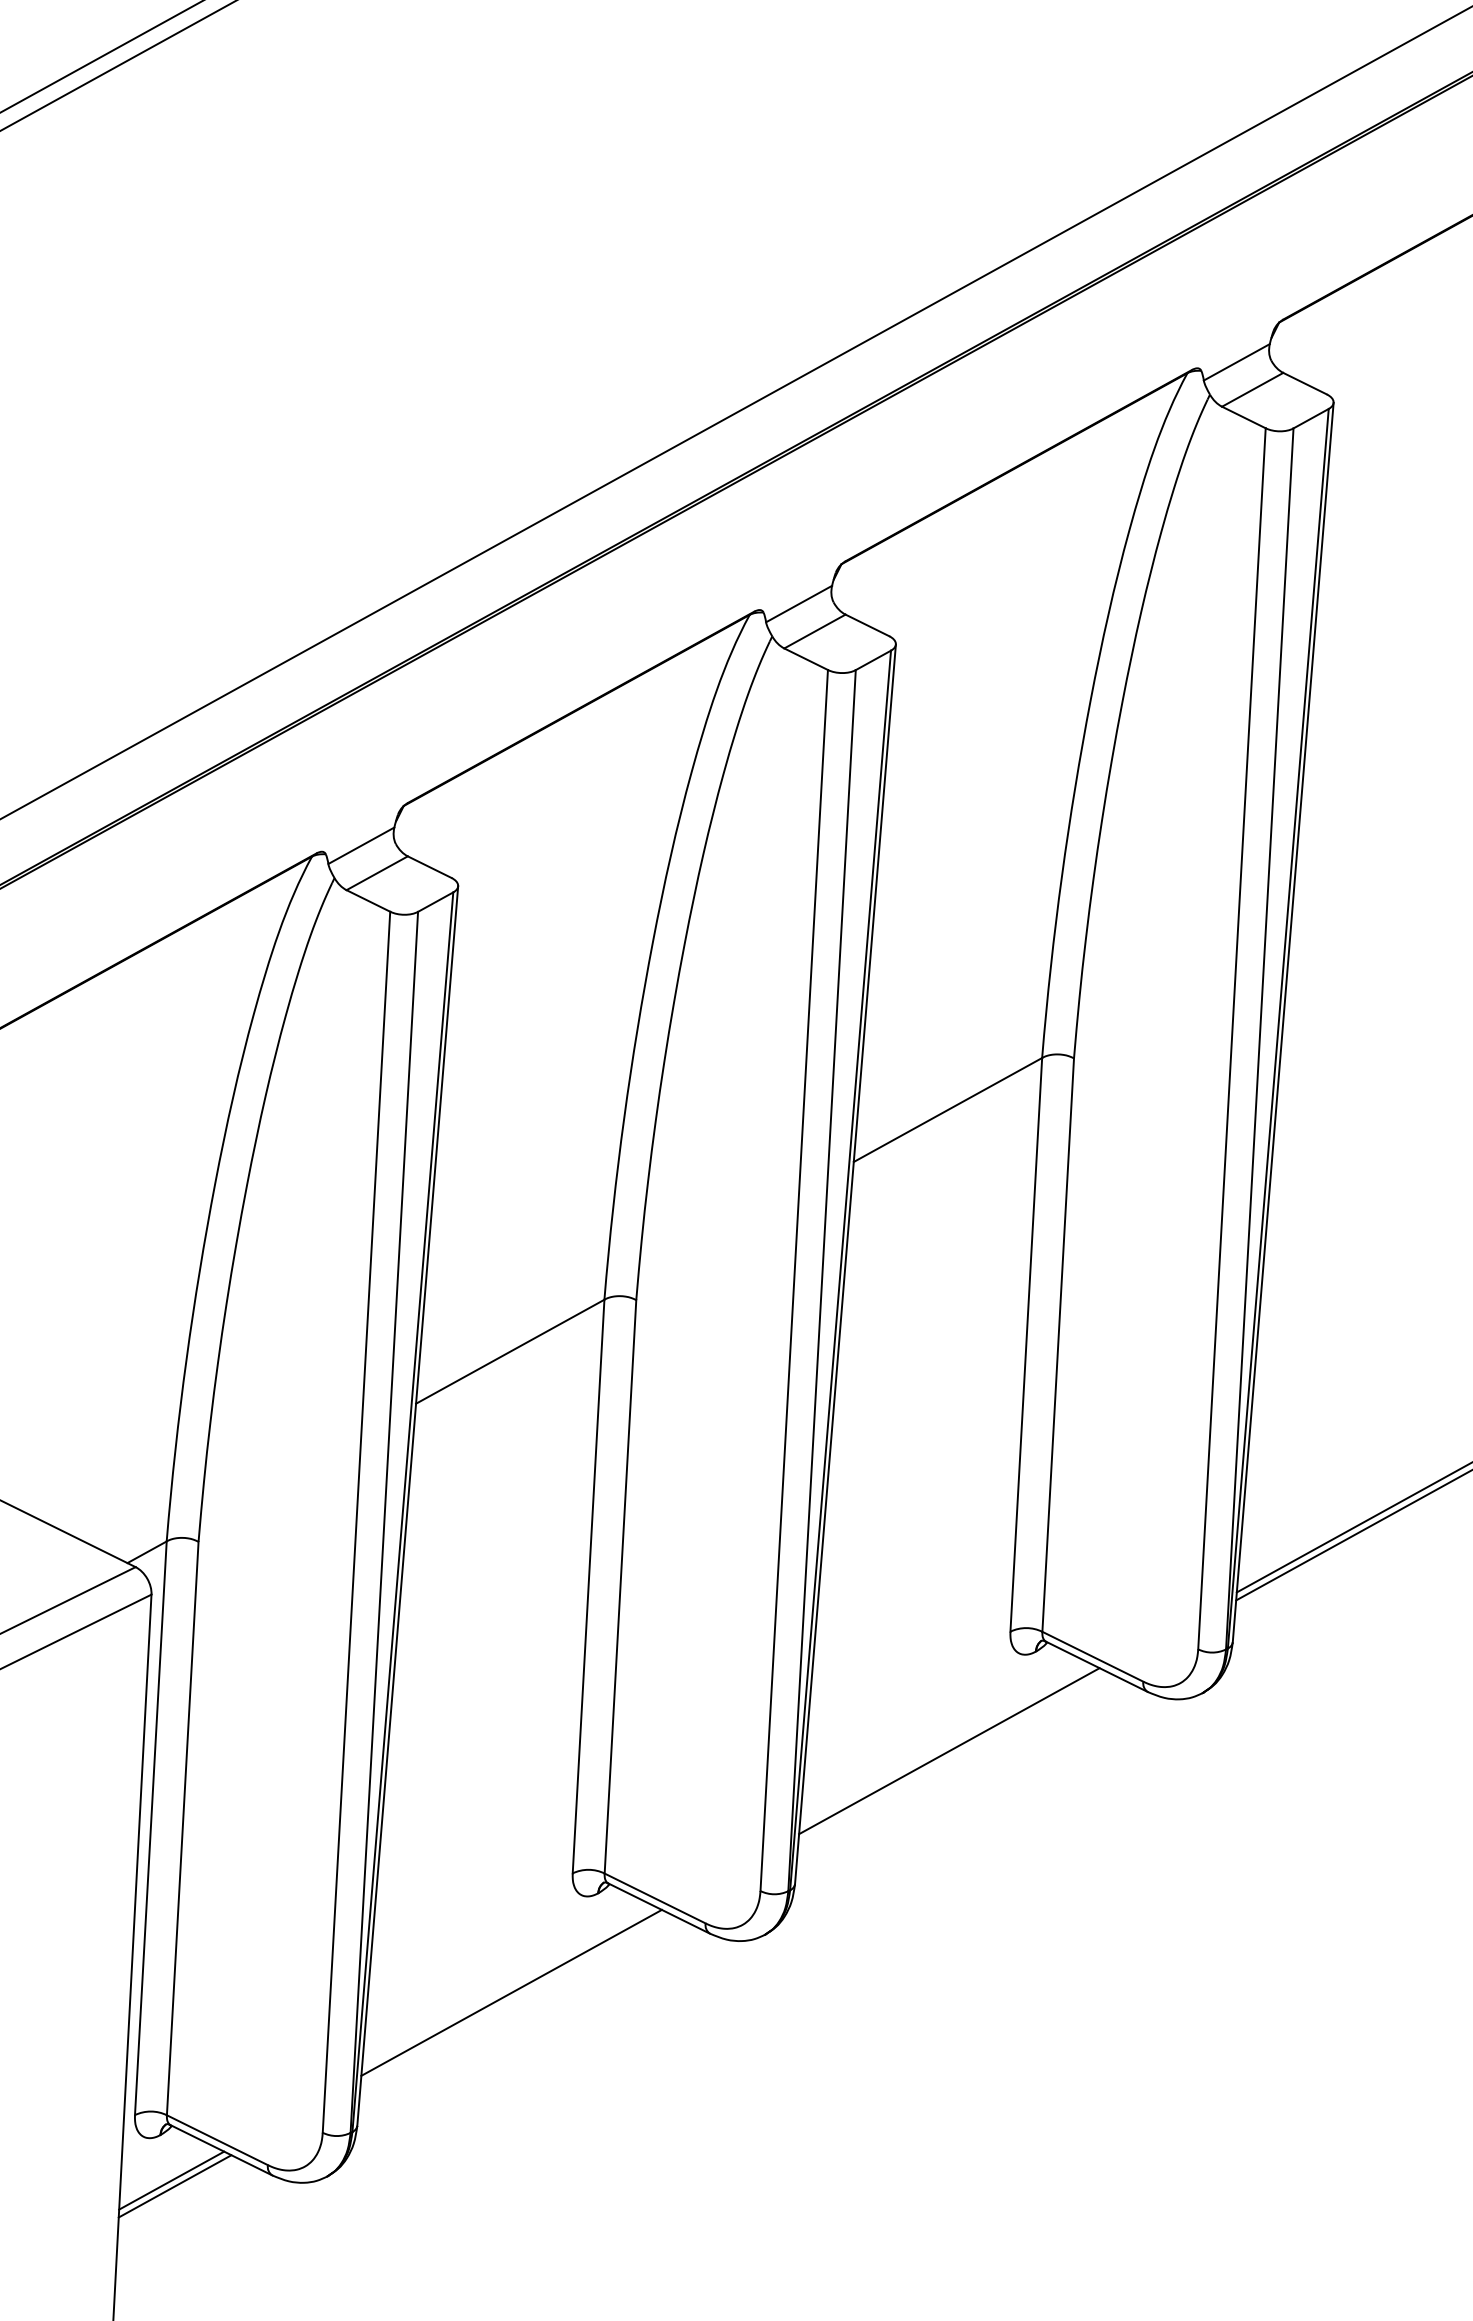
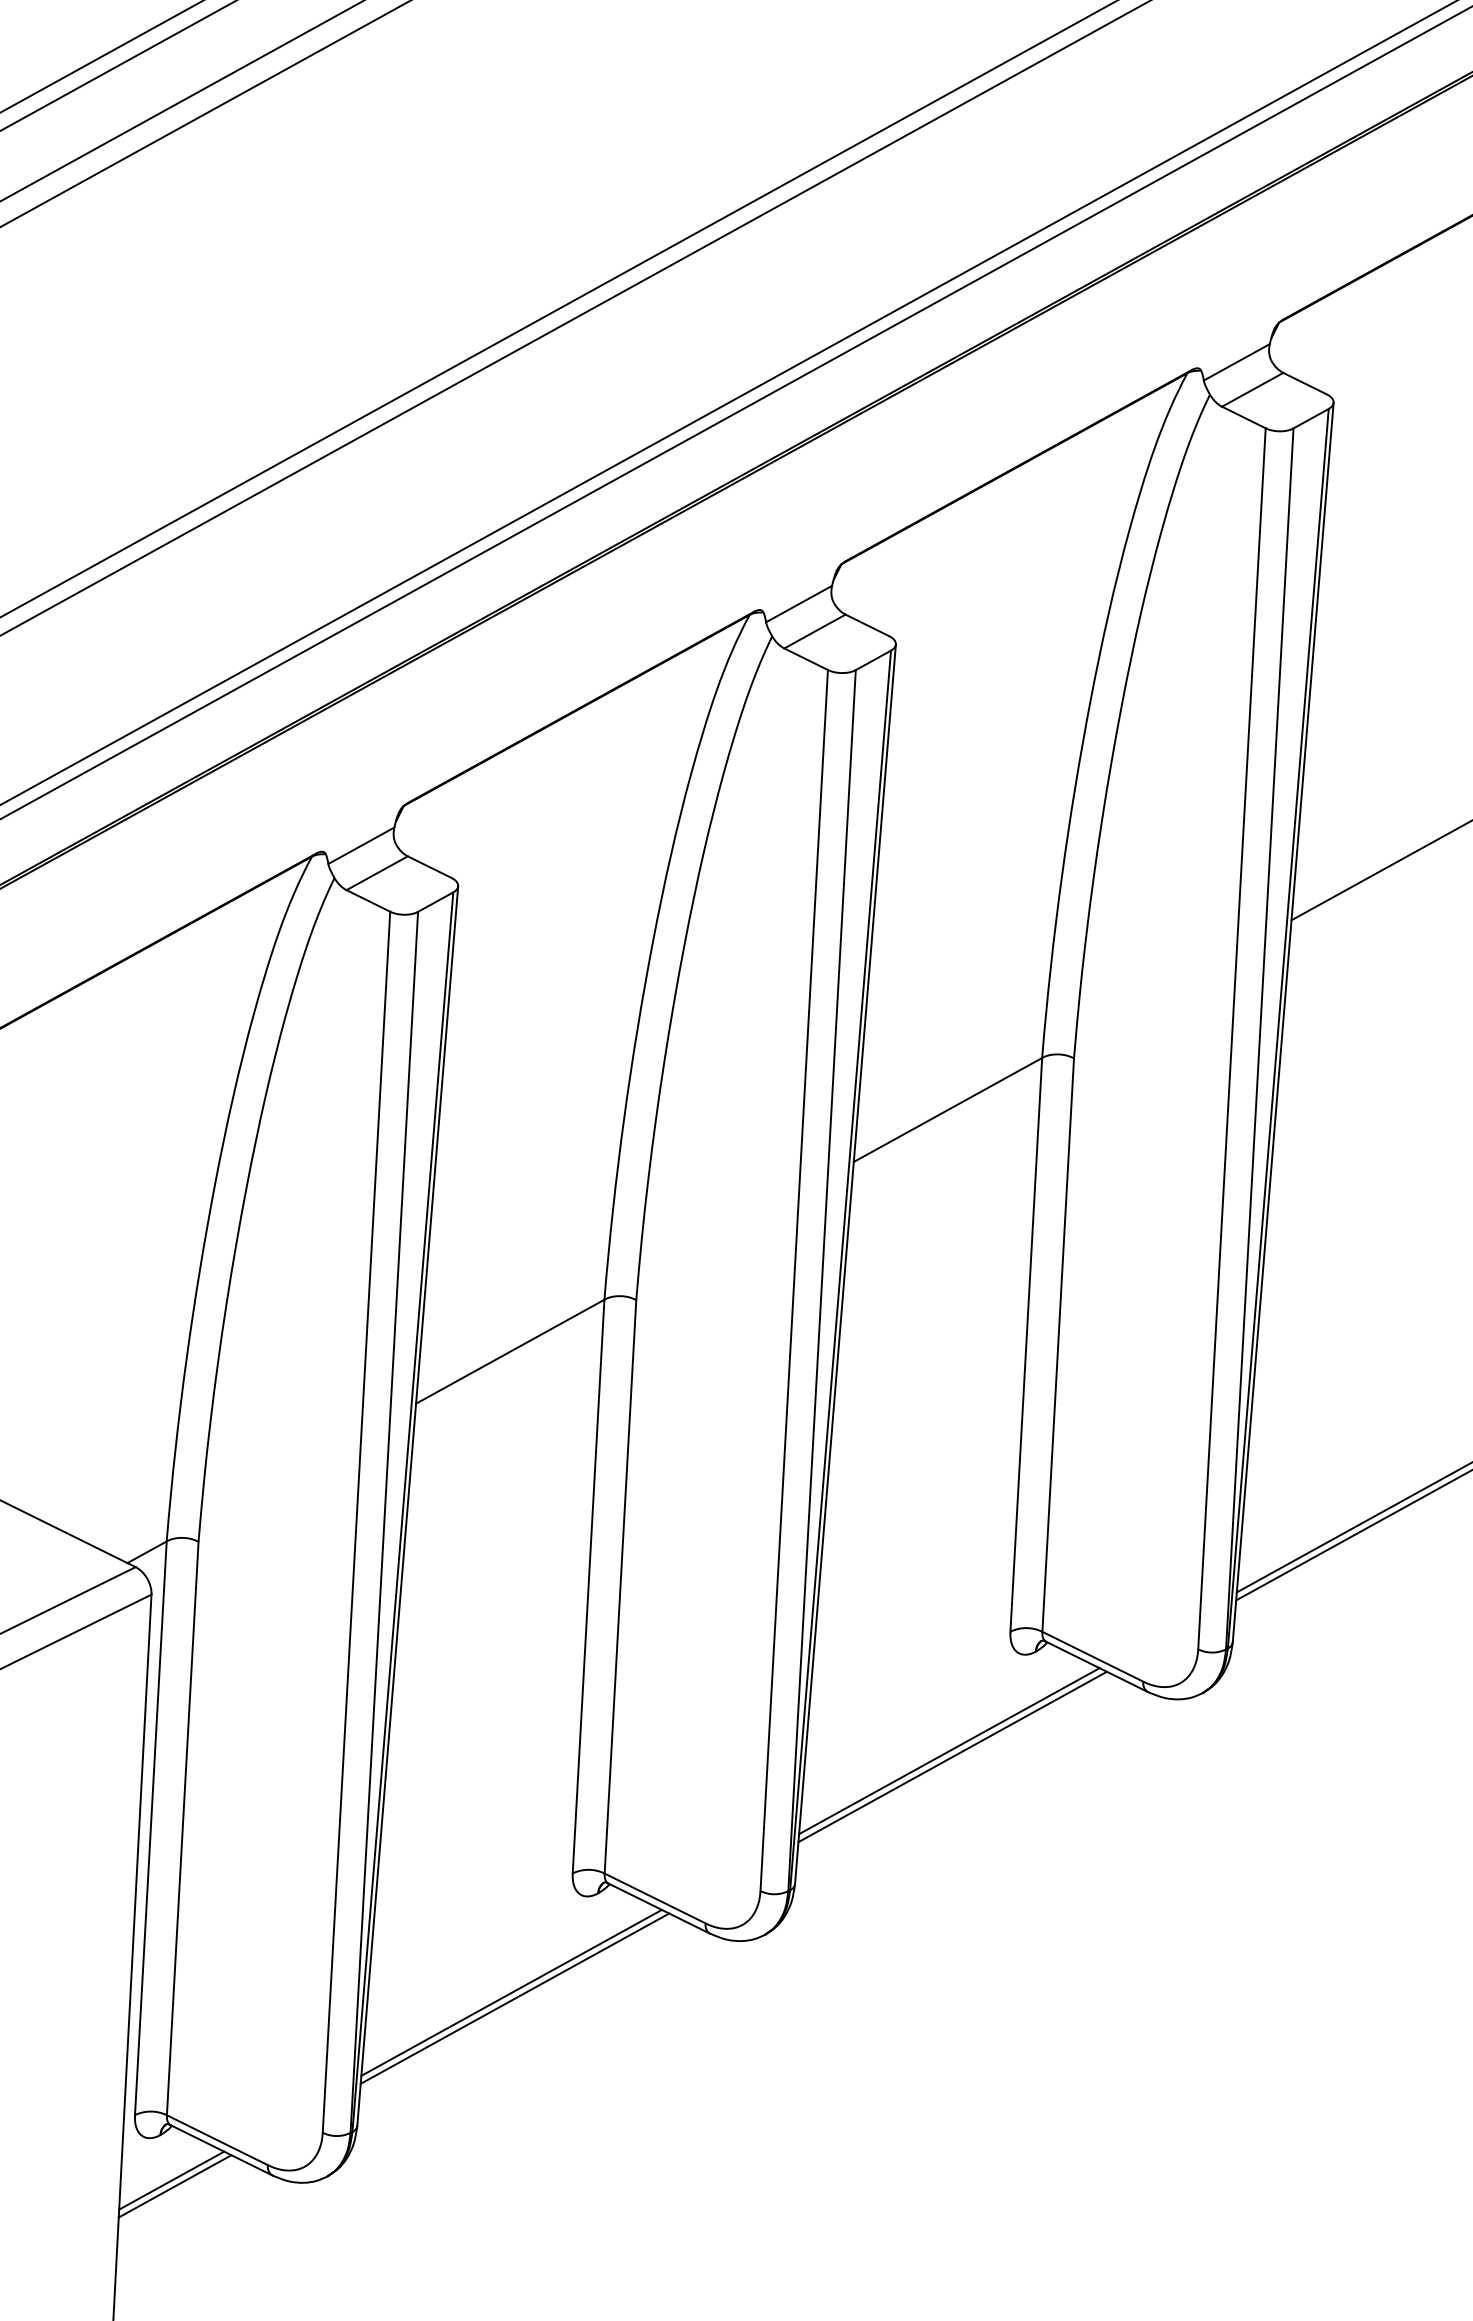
line at (181, 101): none -> present
line at (204, 114): none -> present
line at (557, 309): none -> present
line at (574, 318): none -> present
line at (727, 402): none -> present
line at (1380, 871): none -> present
line at (952, 1756): none -> present
line at (514, 1998): none -> present
